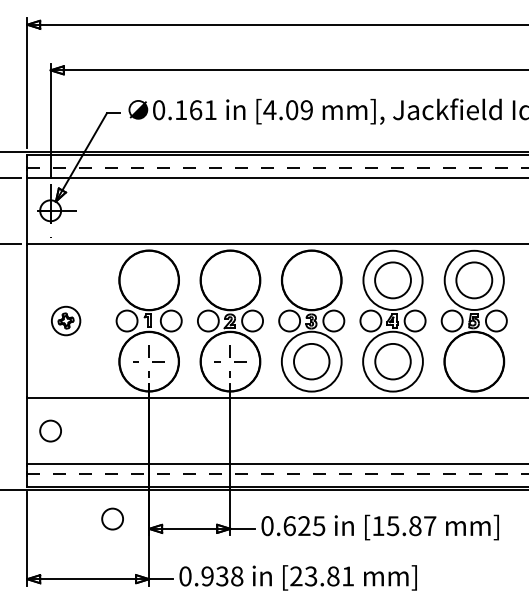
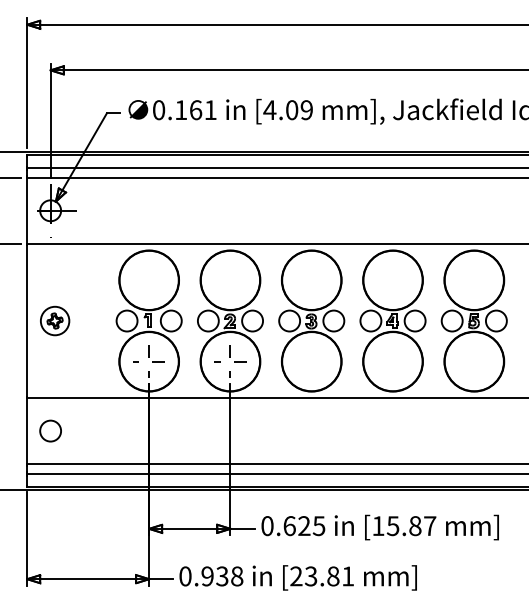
line at (277, 168): dashed -> solid
circle at (392, 280) diameter: 36 px -> 60 px
circle at (474, 280) diameter: 36 px -> 60 px
part at (66, 320) position: (66, 320) -> (55, 320)
circle at (311, 361) diameter: 36 px -> 59 px
circle at (392, 361) diameter: 36 px -> 59 px
line at (277, 473): dashed -> solid
circle at (112, 518): present -> none
